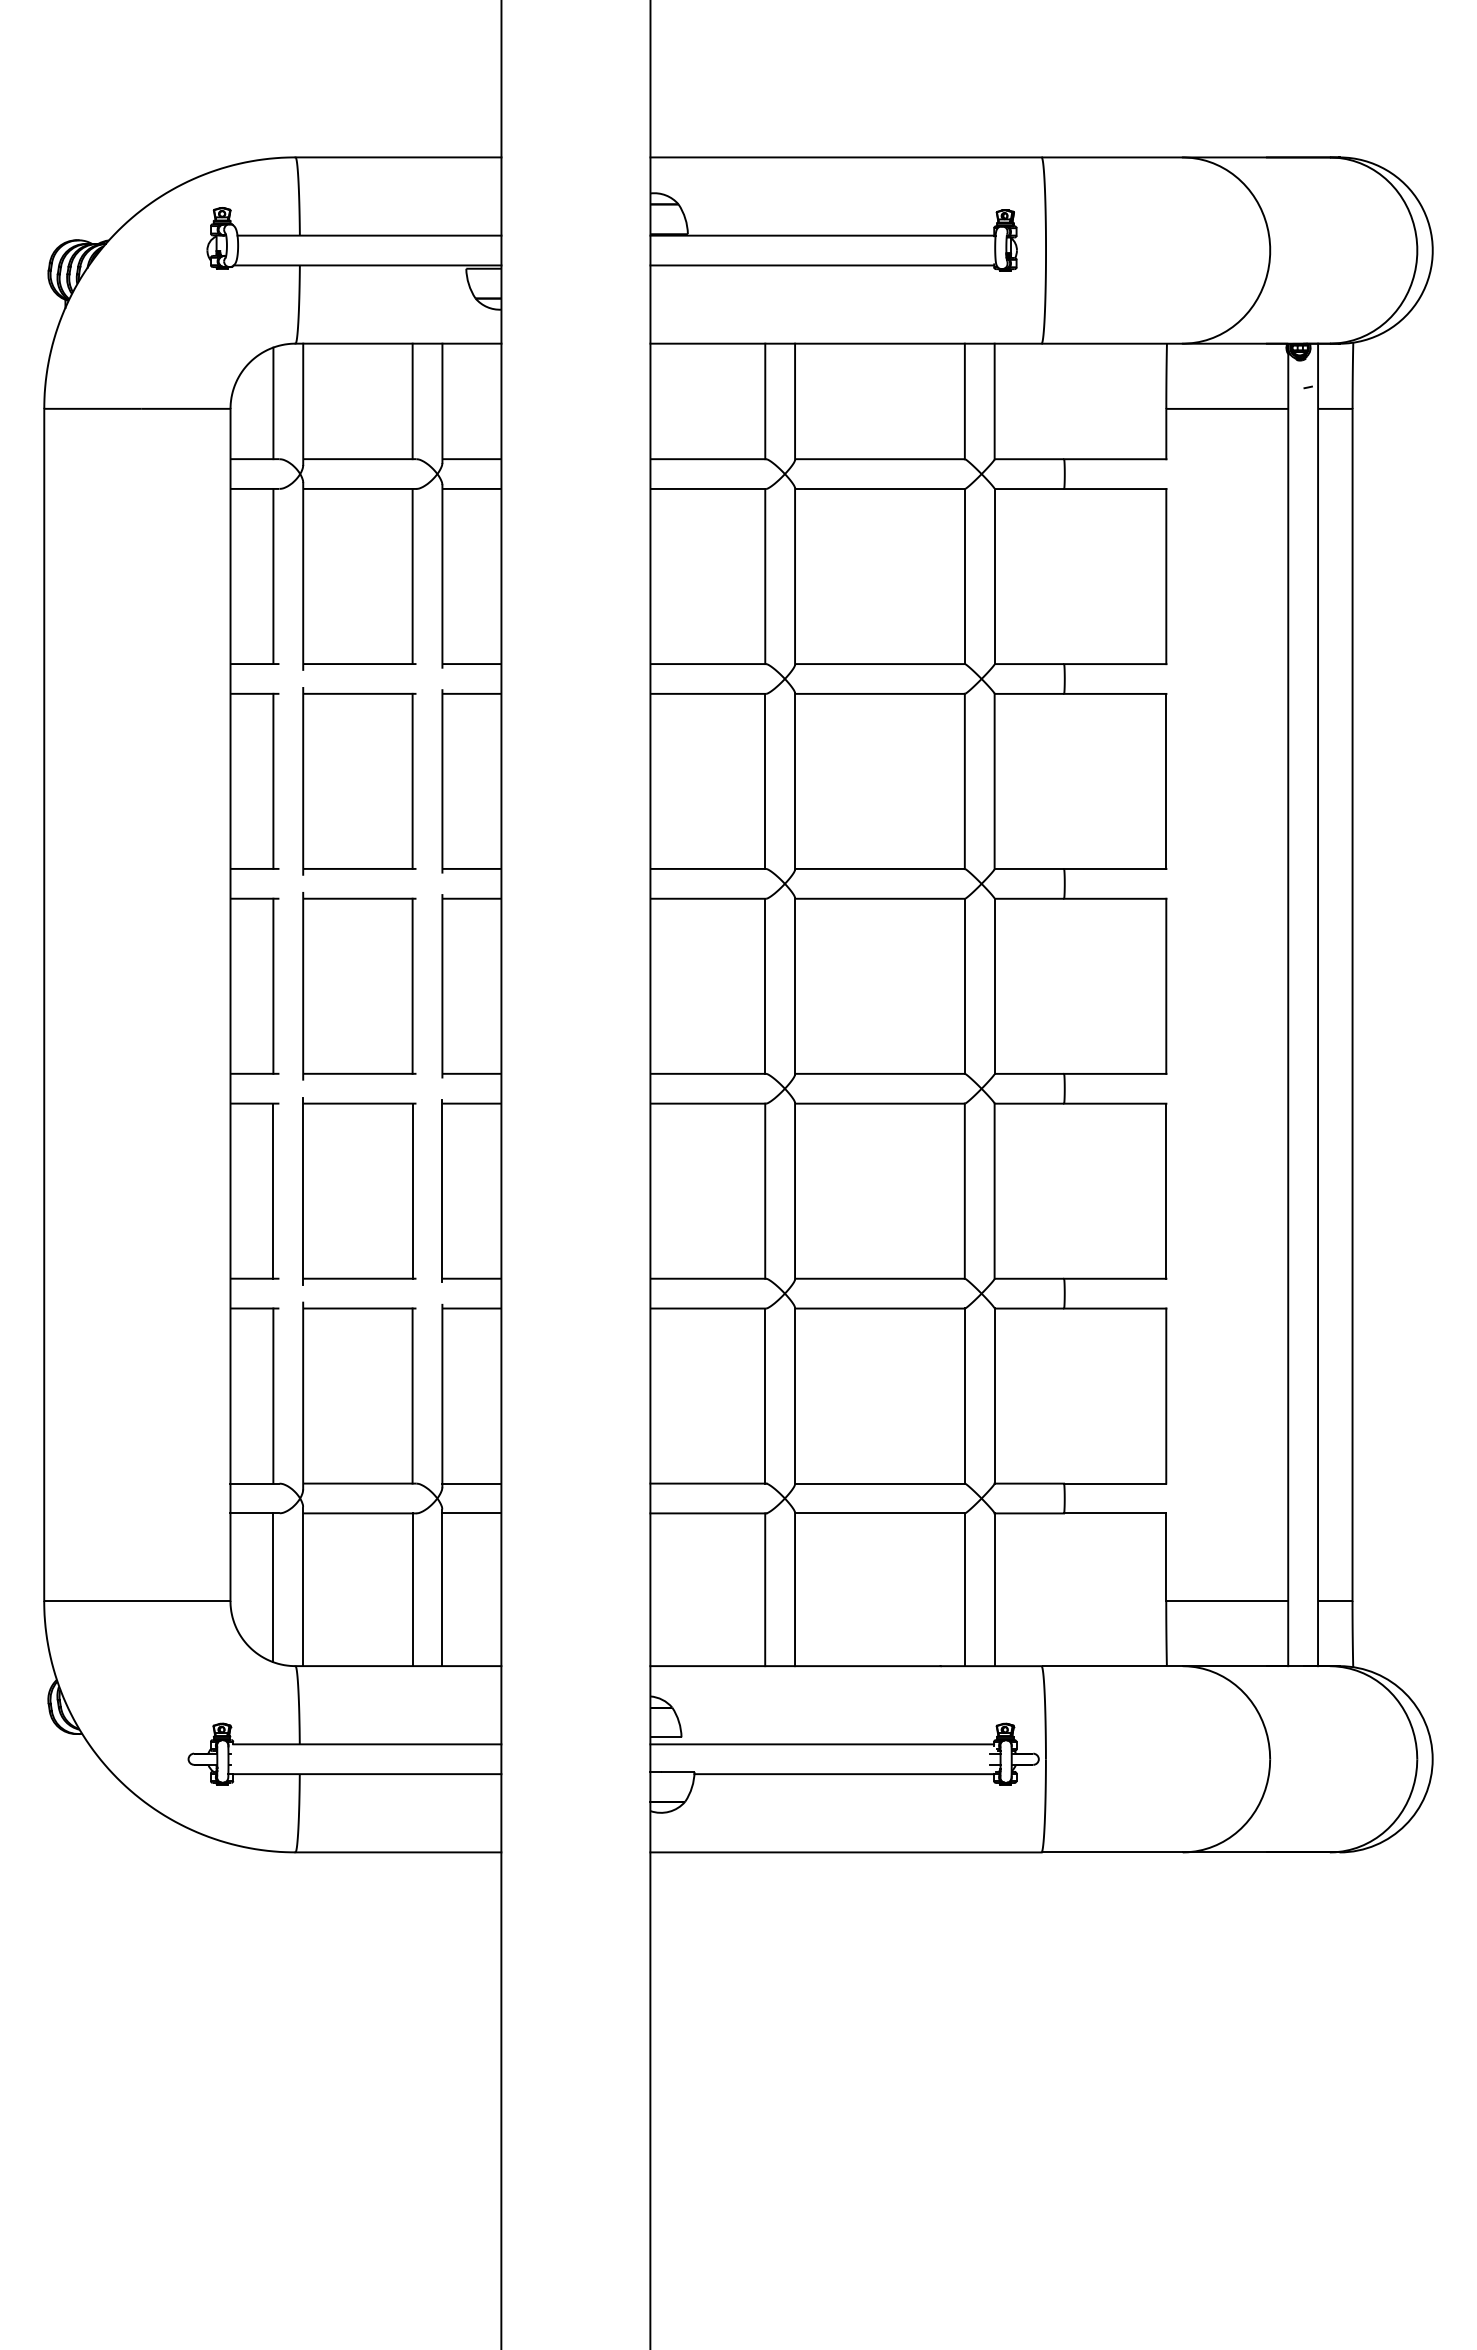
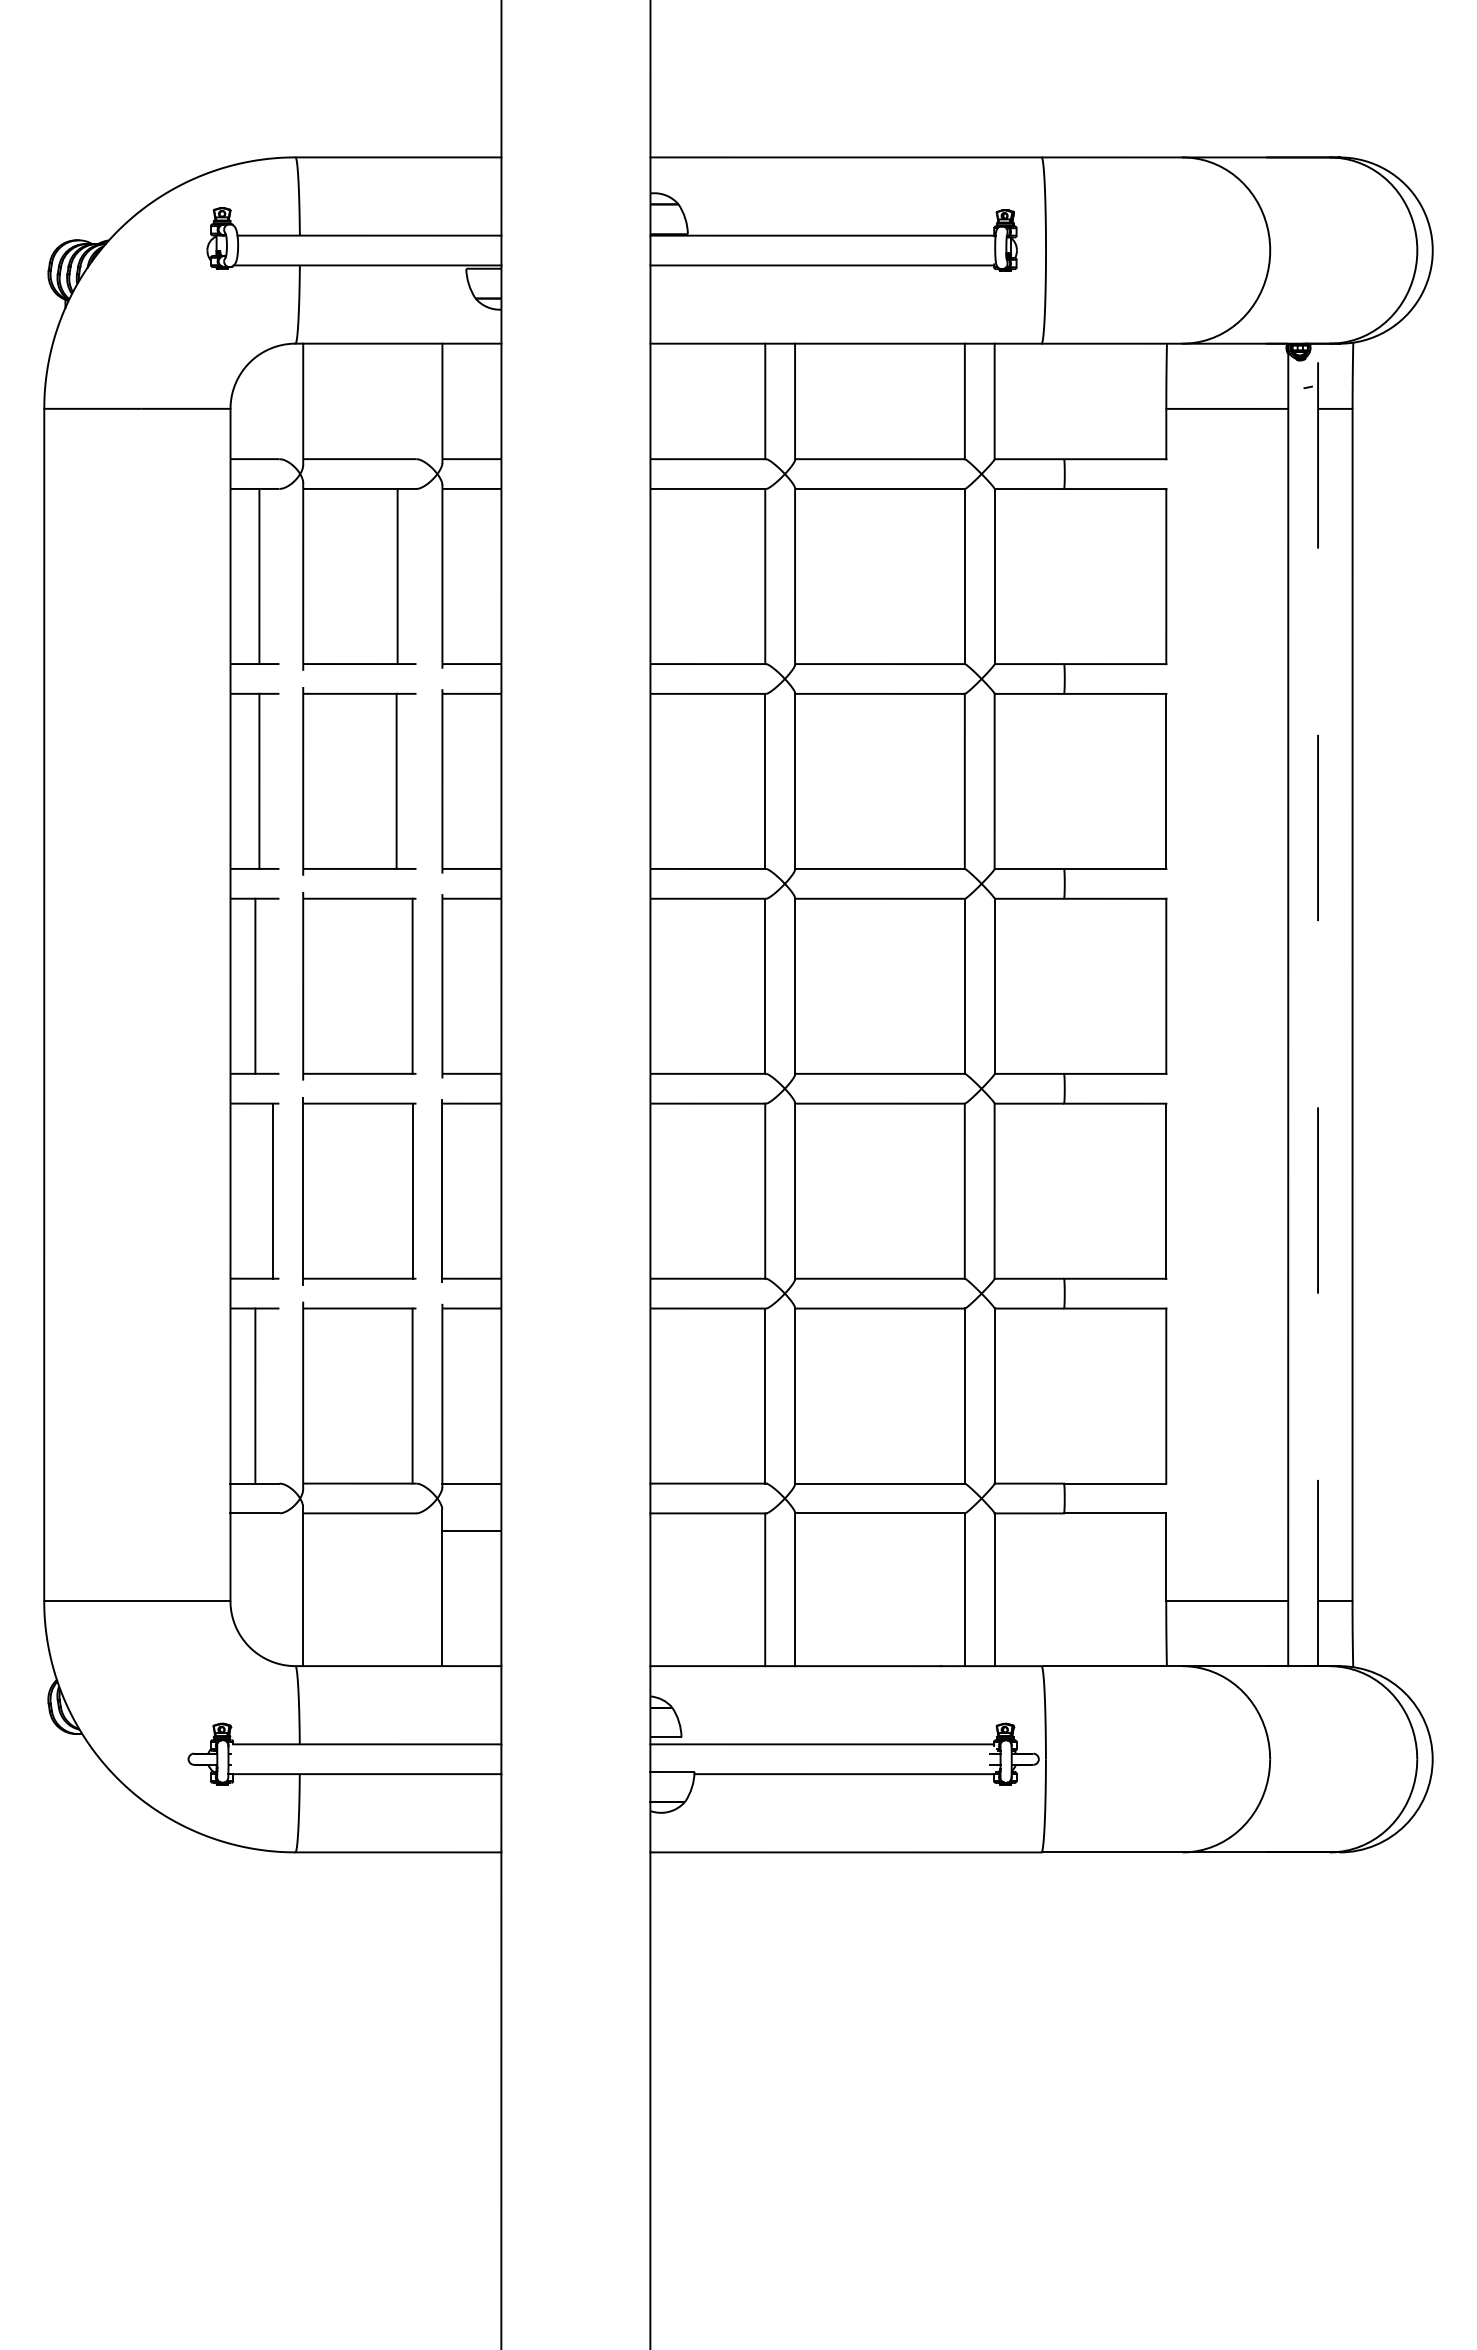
line at (412, 401): present -> none
line at (273, 403): present -> none
line at (273, 576) position: (273, 576) -> (259, 576)
line at (412, 576) position: (412, 576) -> (397, 576)
line at (273, 780) position: (273, 780) -> (259, 780)
line at (412, 780) position: (412, 780) -> (396, 780)
line at (273, 985) position: (273, 985) -> (255, 985)
line at (1318, 1004): solid -> dashed
line at (273, 1395) position: (273, 1395) -> (255, 1395)
line at (471, 1513) position: (471, 1513) -> (471, 1531)
line at (273, 1587): present -> none
line at (412, 1589): present -> none
